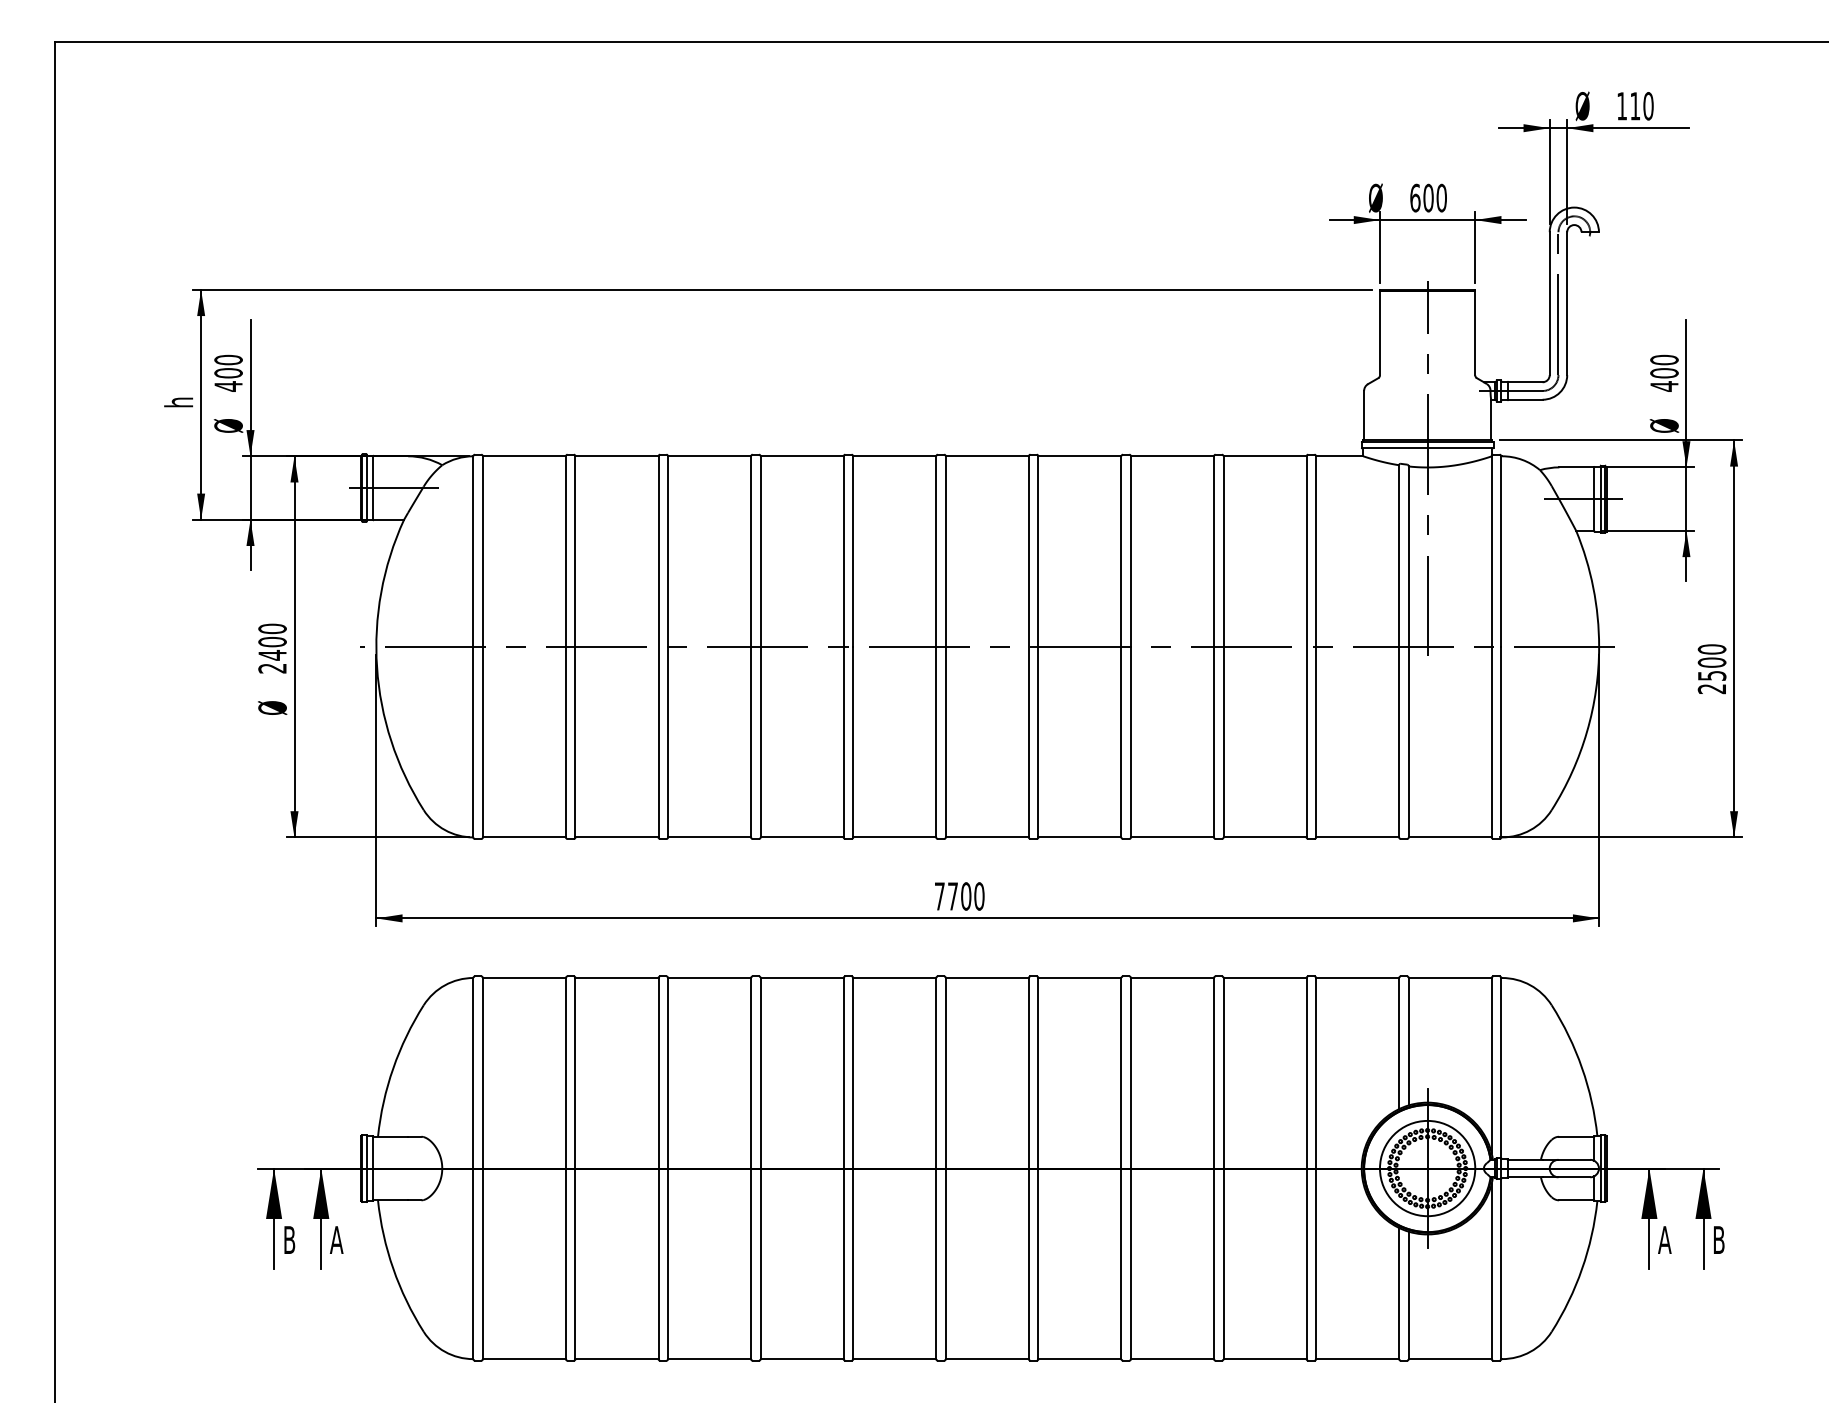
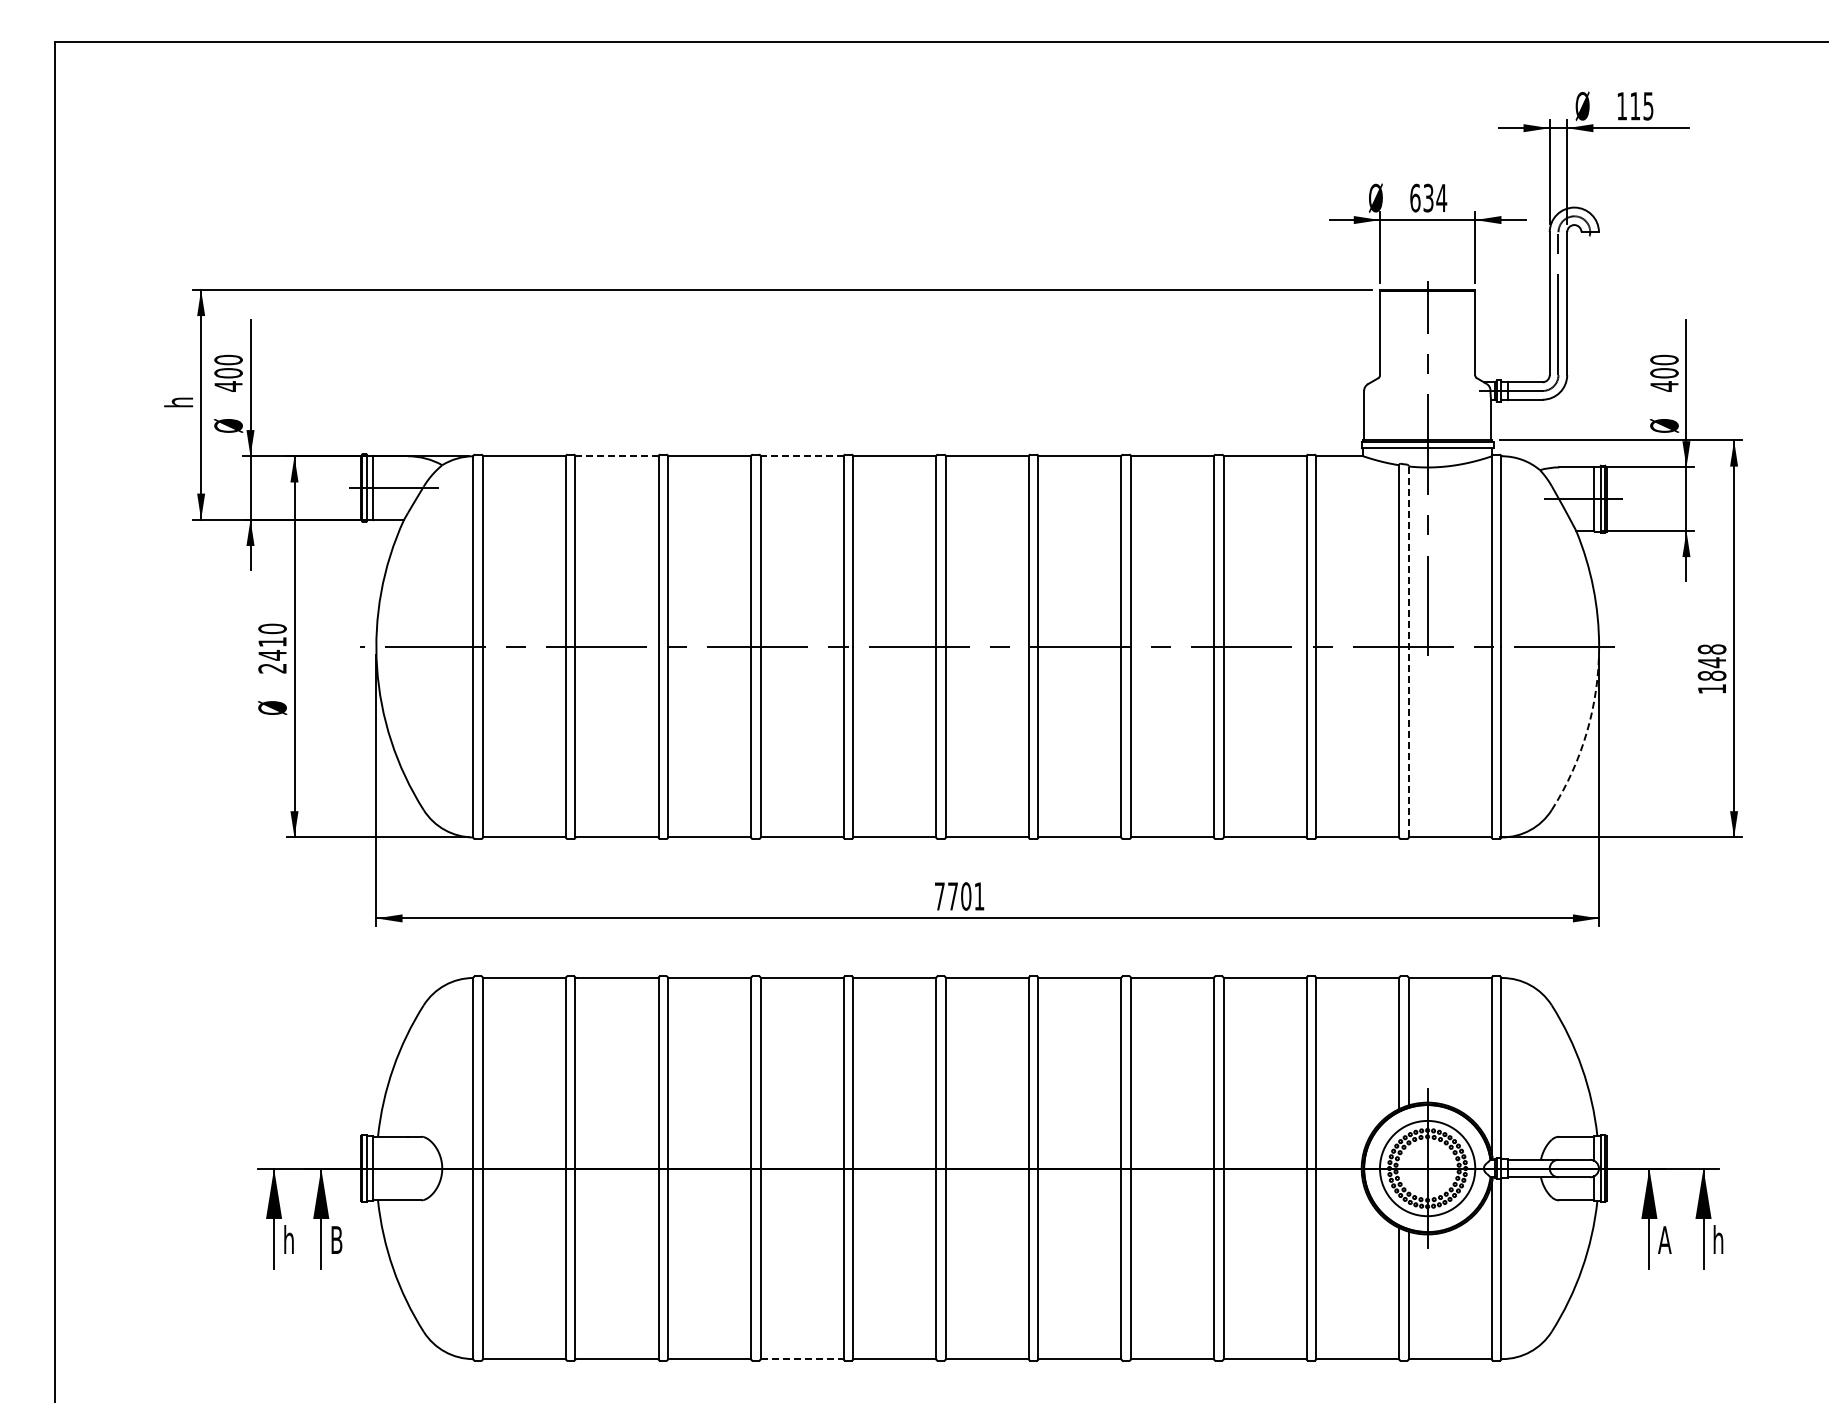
text at (1648, 106): 110 -> 115
text at (1435, 197): 600 -> 634
line at (617, 456): solid -> dashed
line at (802, 456): solid -> dashed
text at (272, 641): 2400 -> 2410
line at (1408, 651): solid -> dashed
text at (1711, 669): 2500 -> 1848
arc at (1587, 731): solid -> dashed
text at (979, 896): 7700 -> 7701
text at (289, 1239): B -> h
text at (336, 1239): A -> B
text at (1718, 1239): B -> h
line at (802, 1359): solid -> dashed
